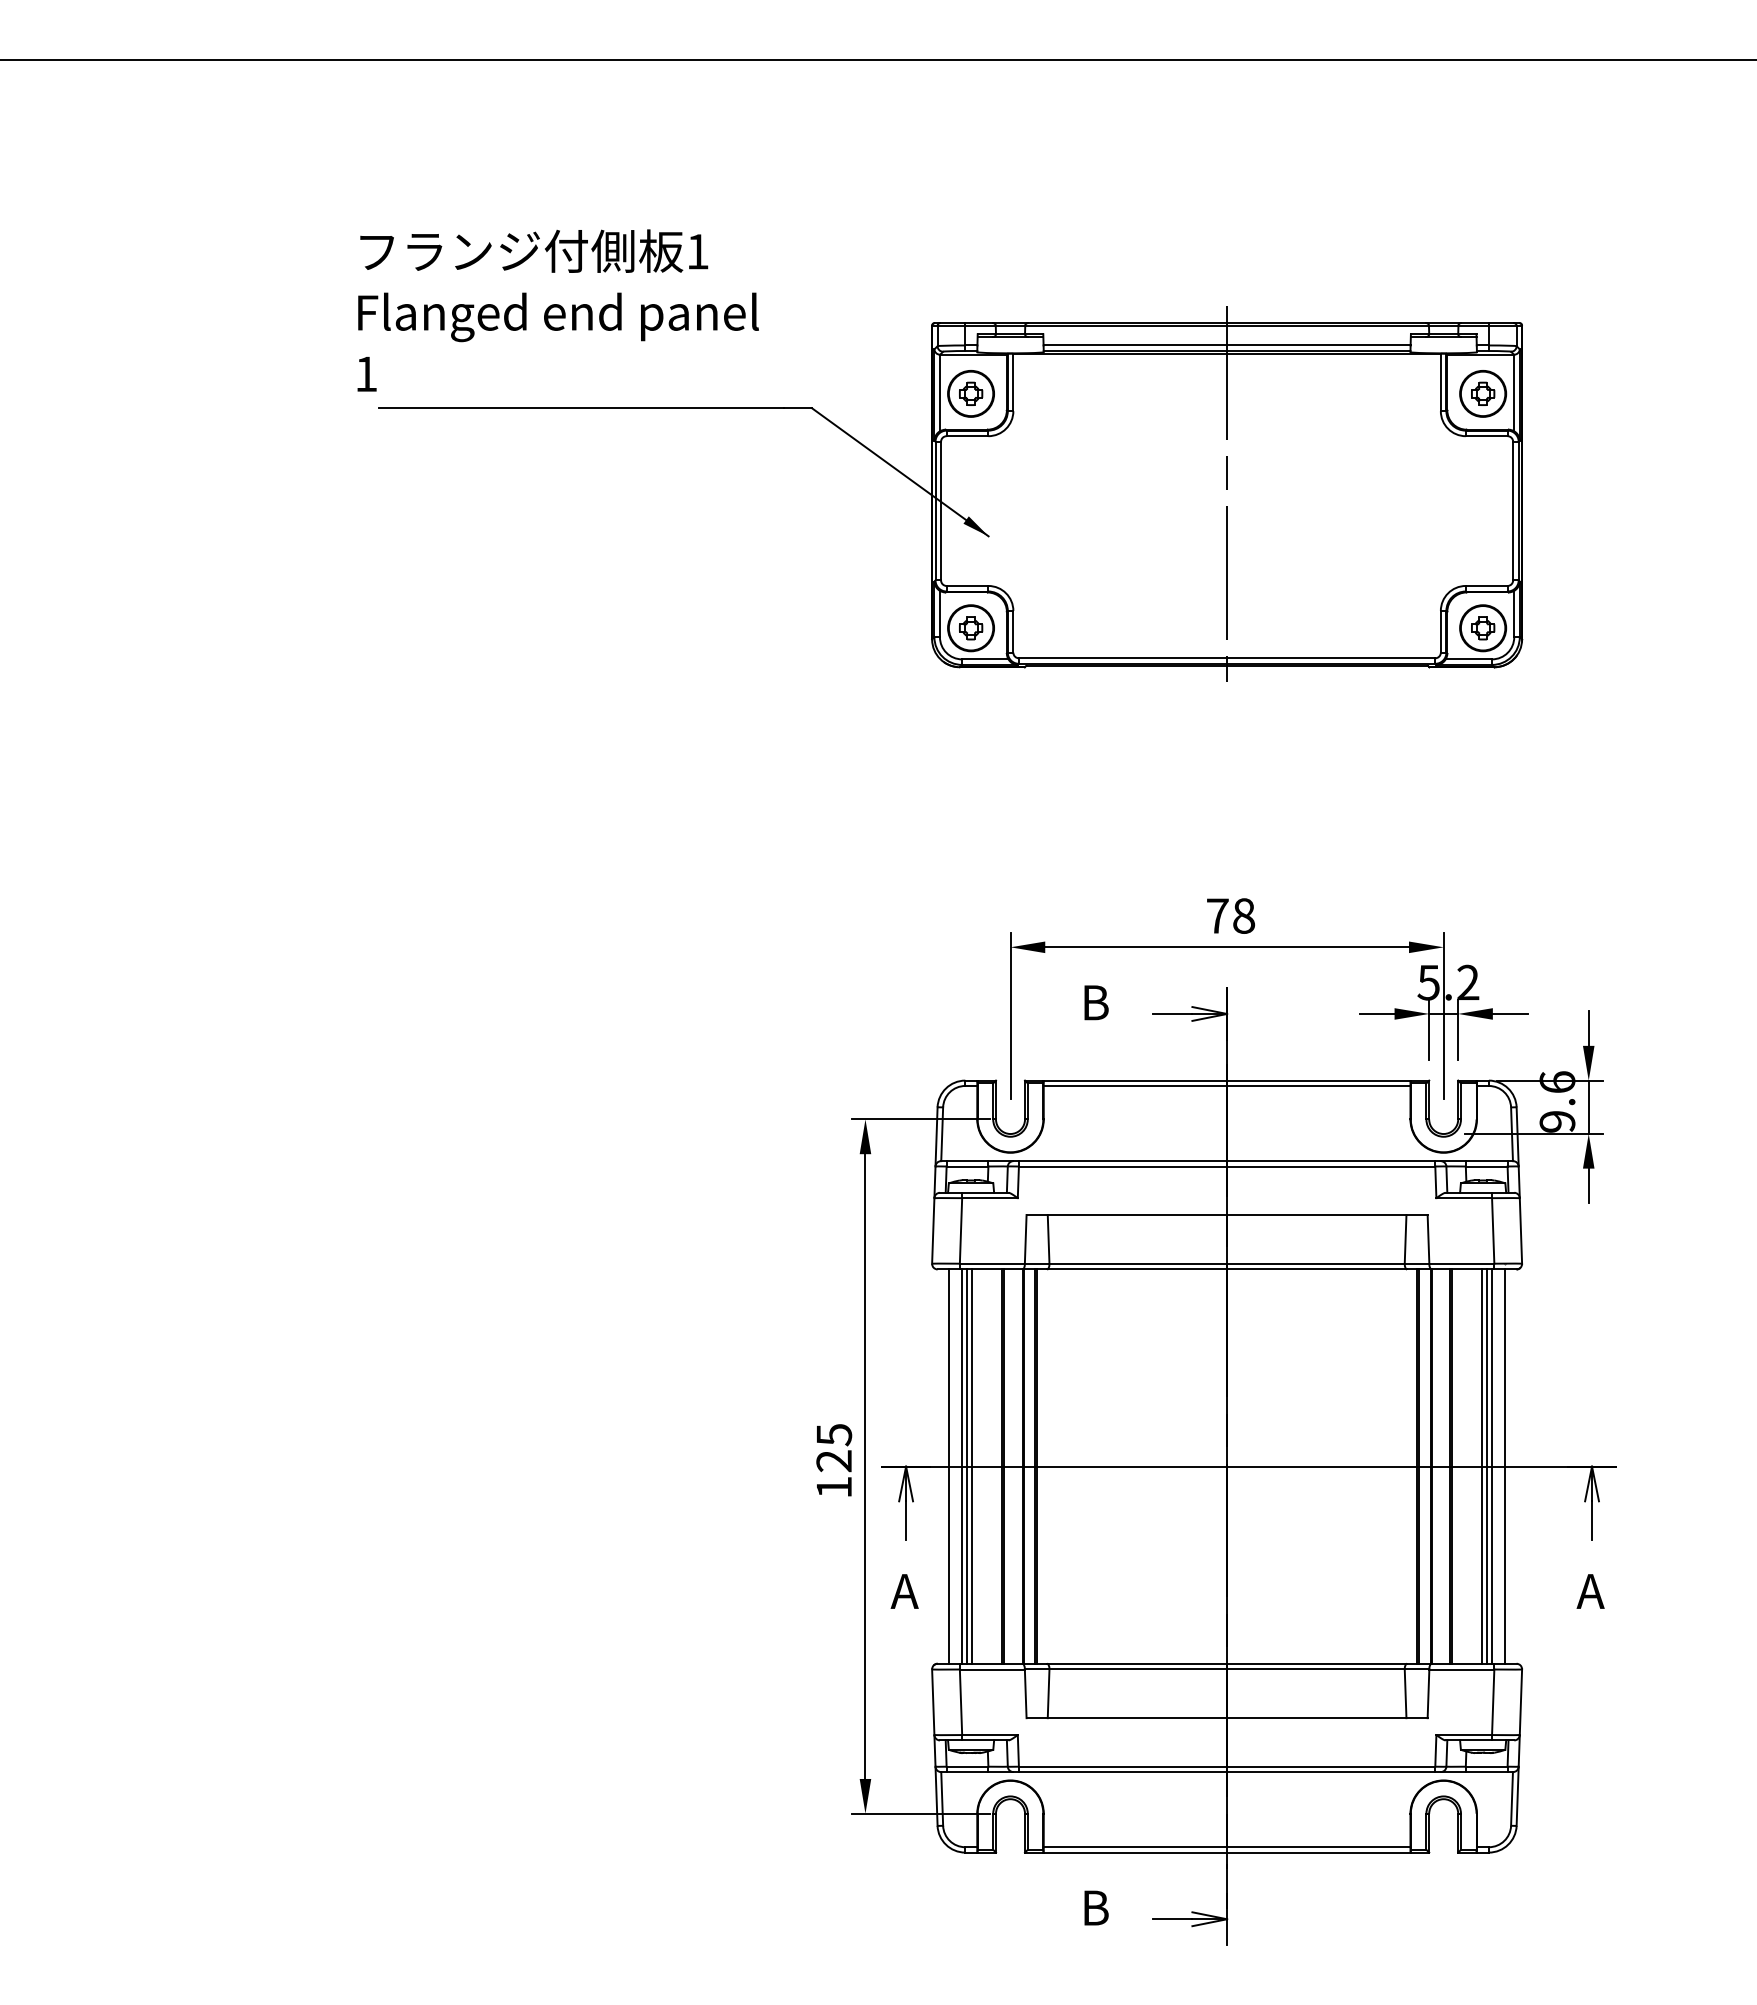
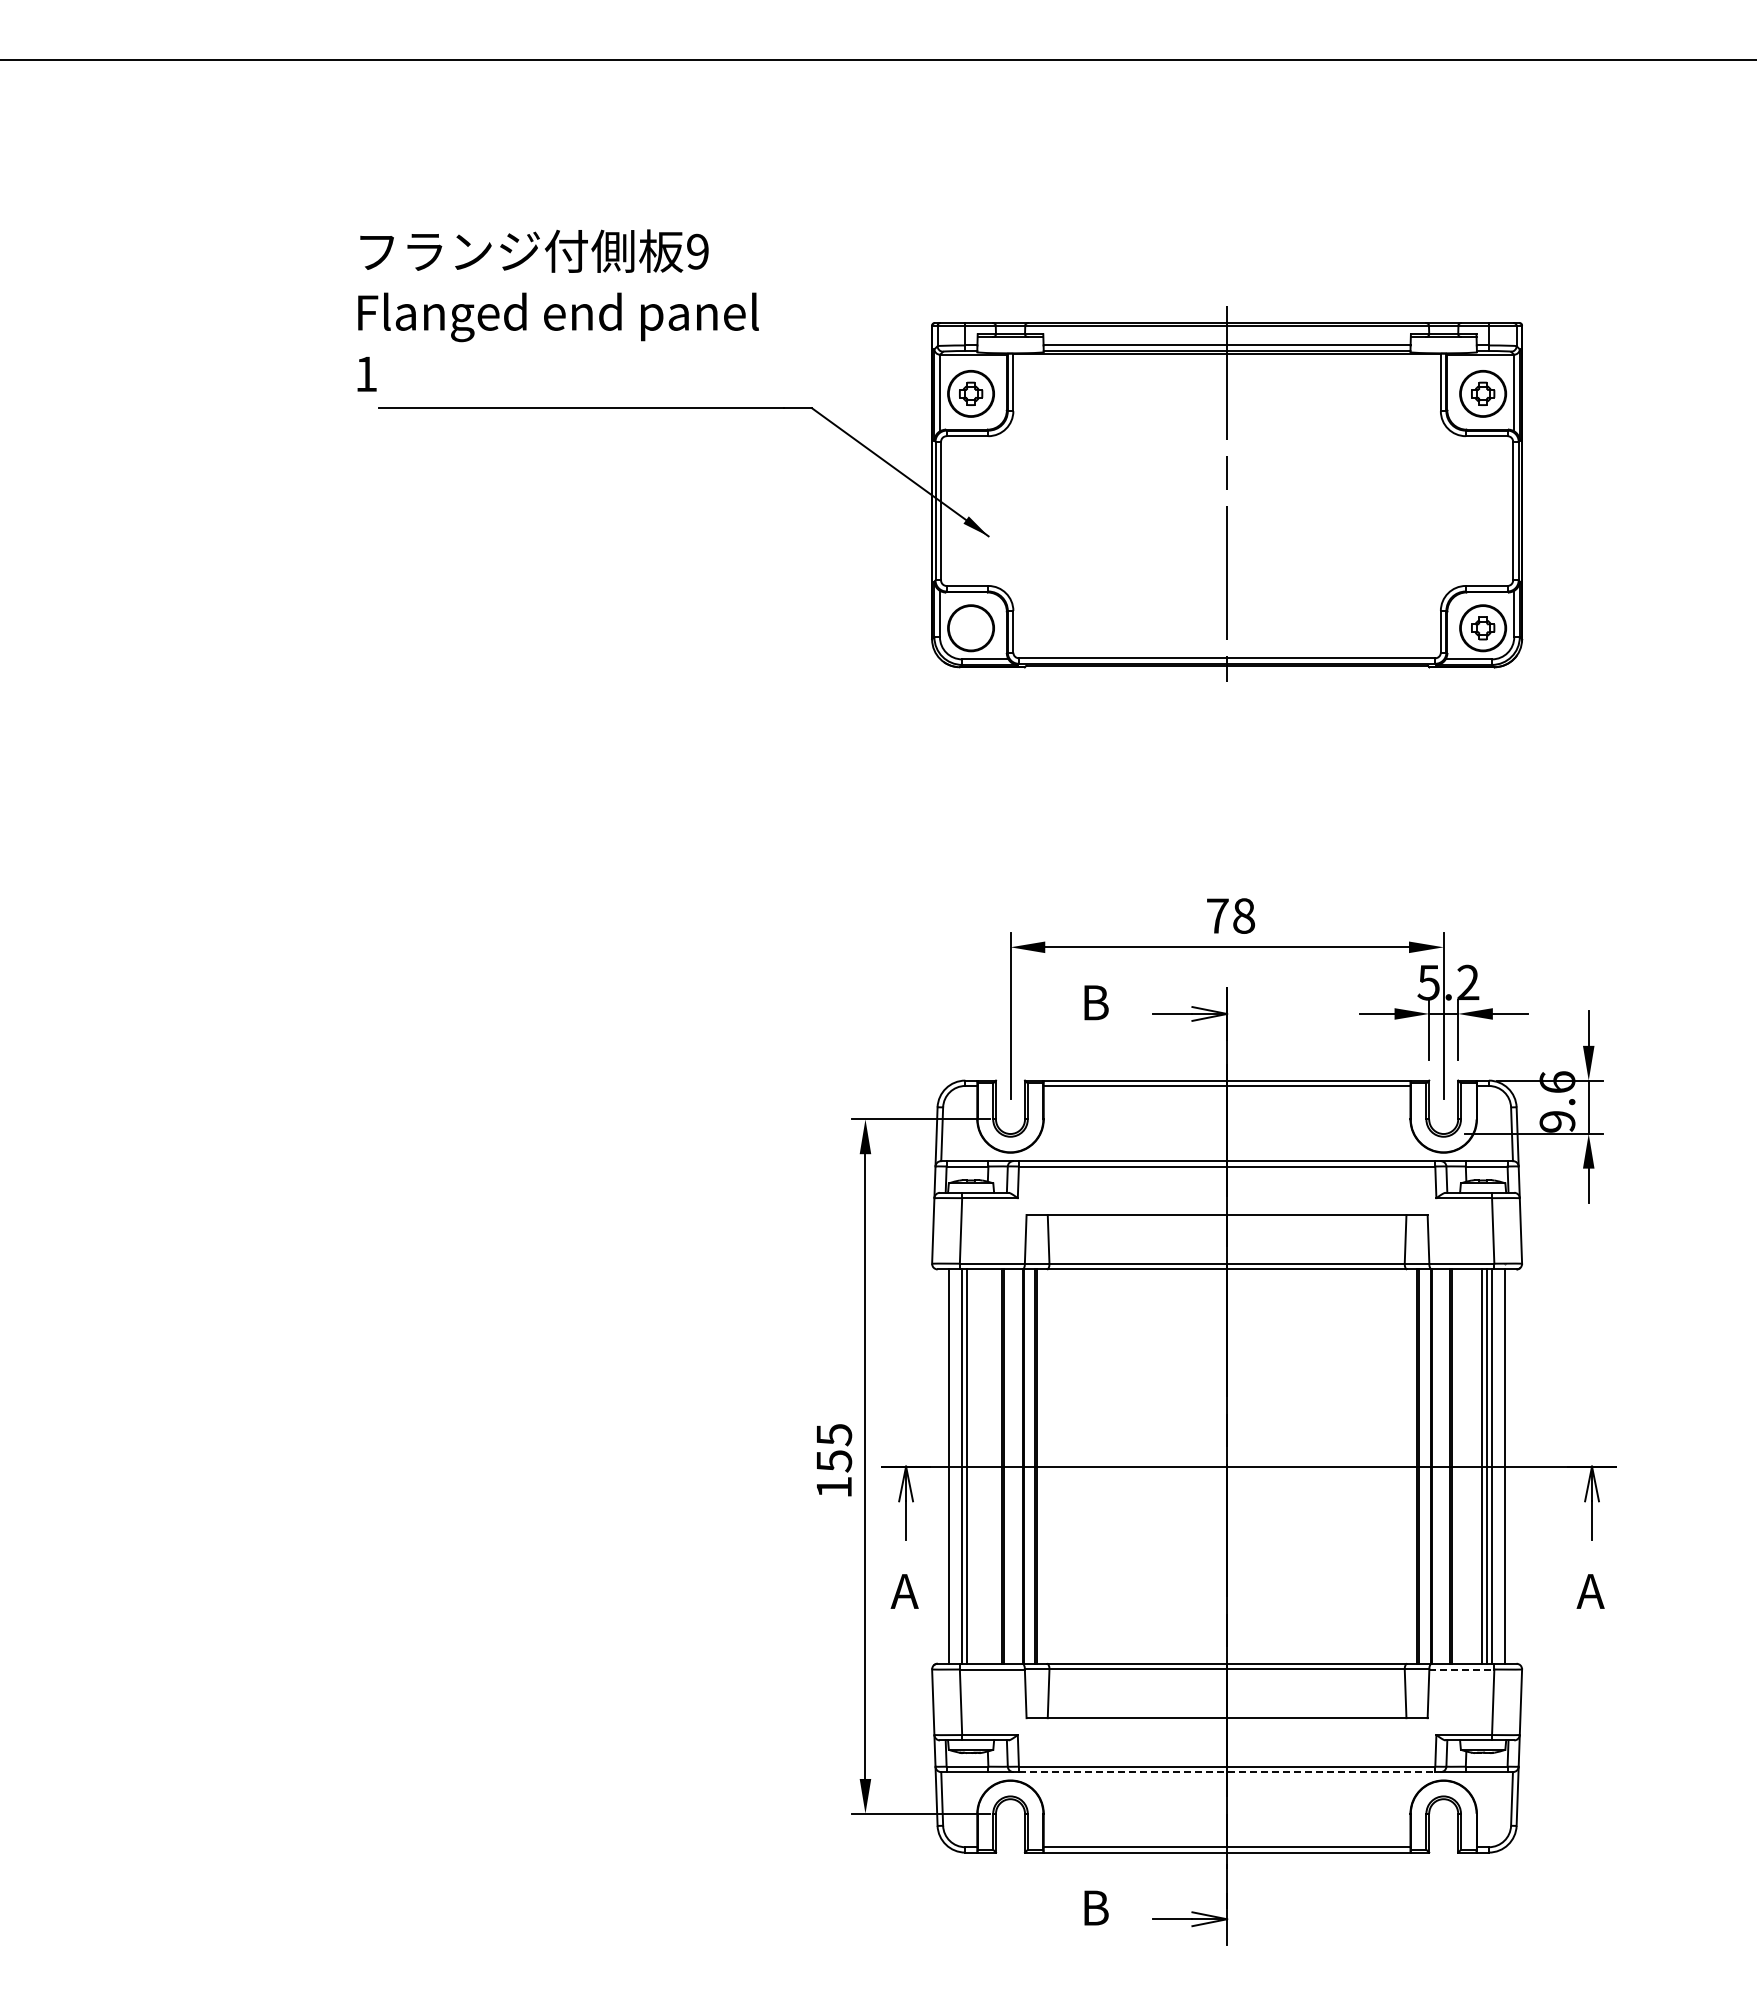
text at (697, 251): 1 -> 9
part at (971, 628): present -> none
text at (834, 1461): 125 -> 155
line at (972, 1466): present -> none
line at (1462, 1669): solid -> dashed
line at (1227, 1772): solid -> dashed
